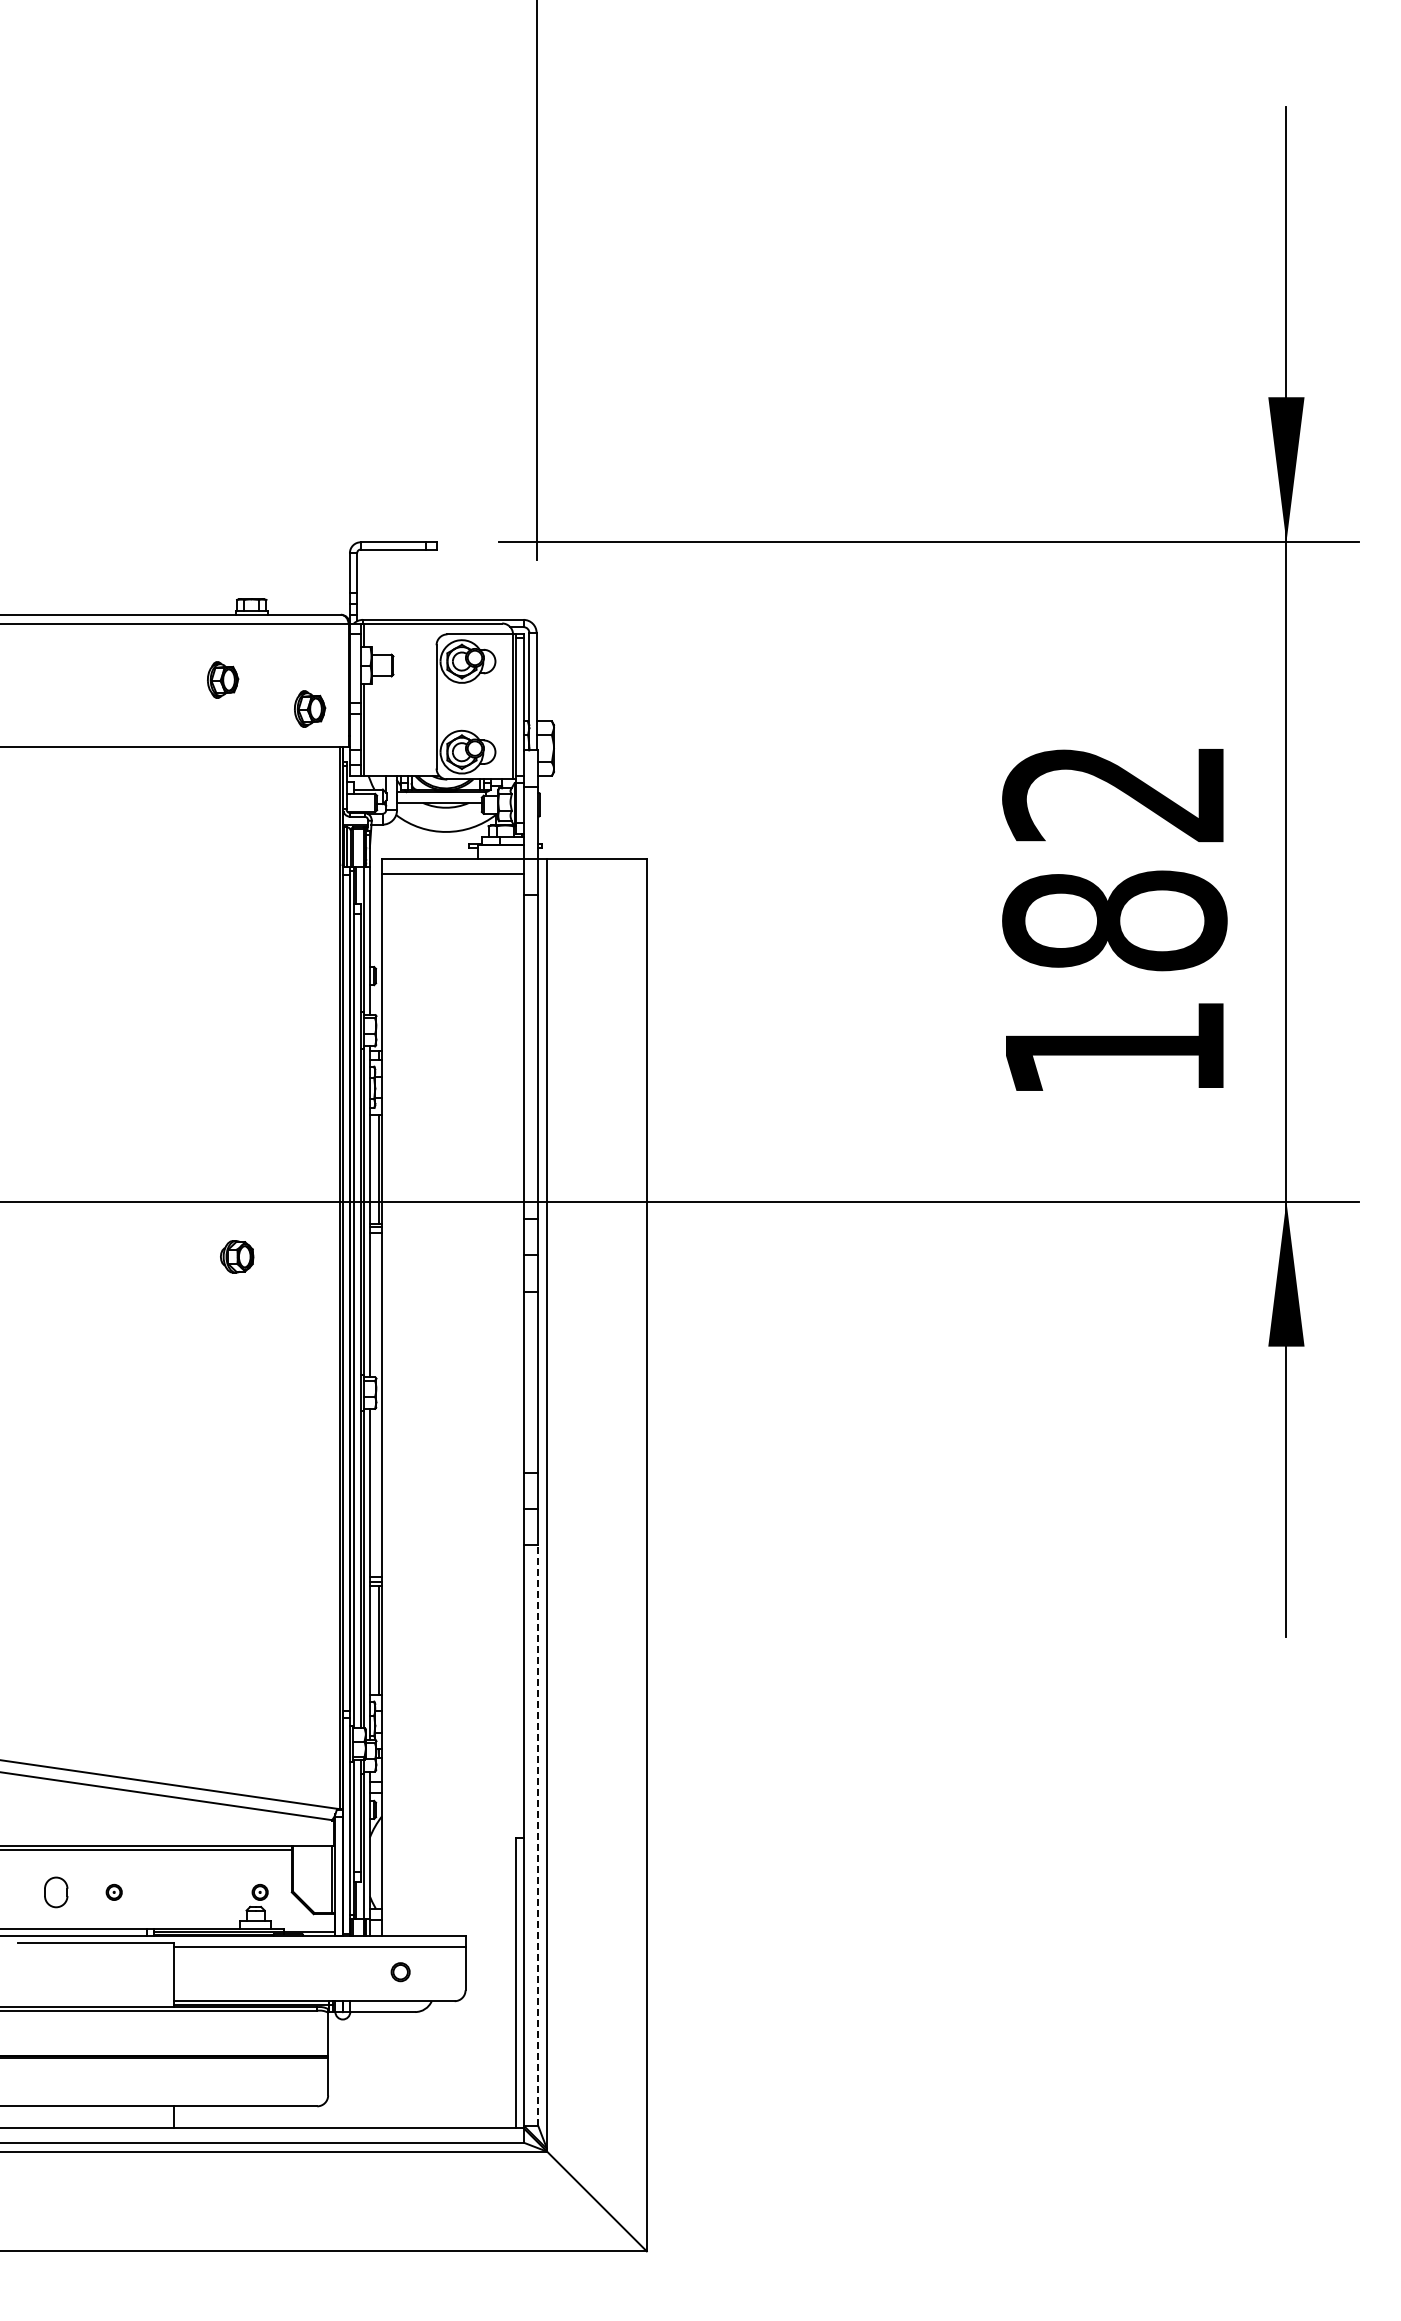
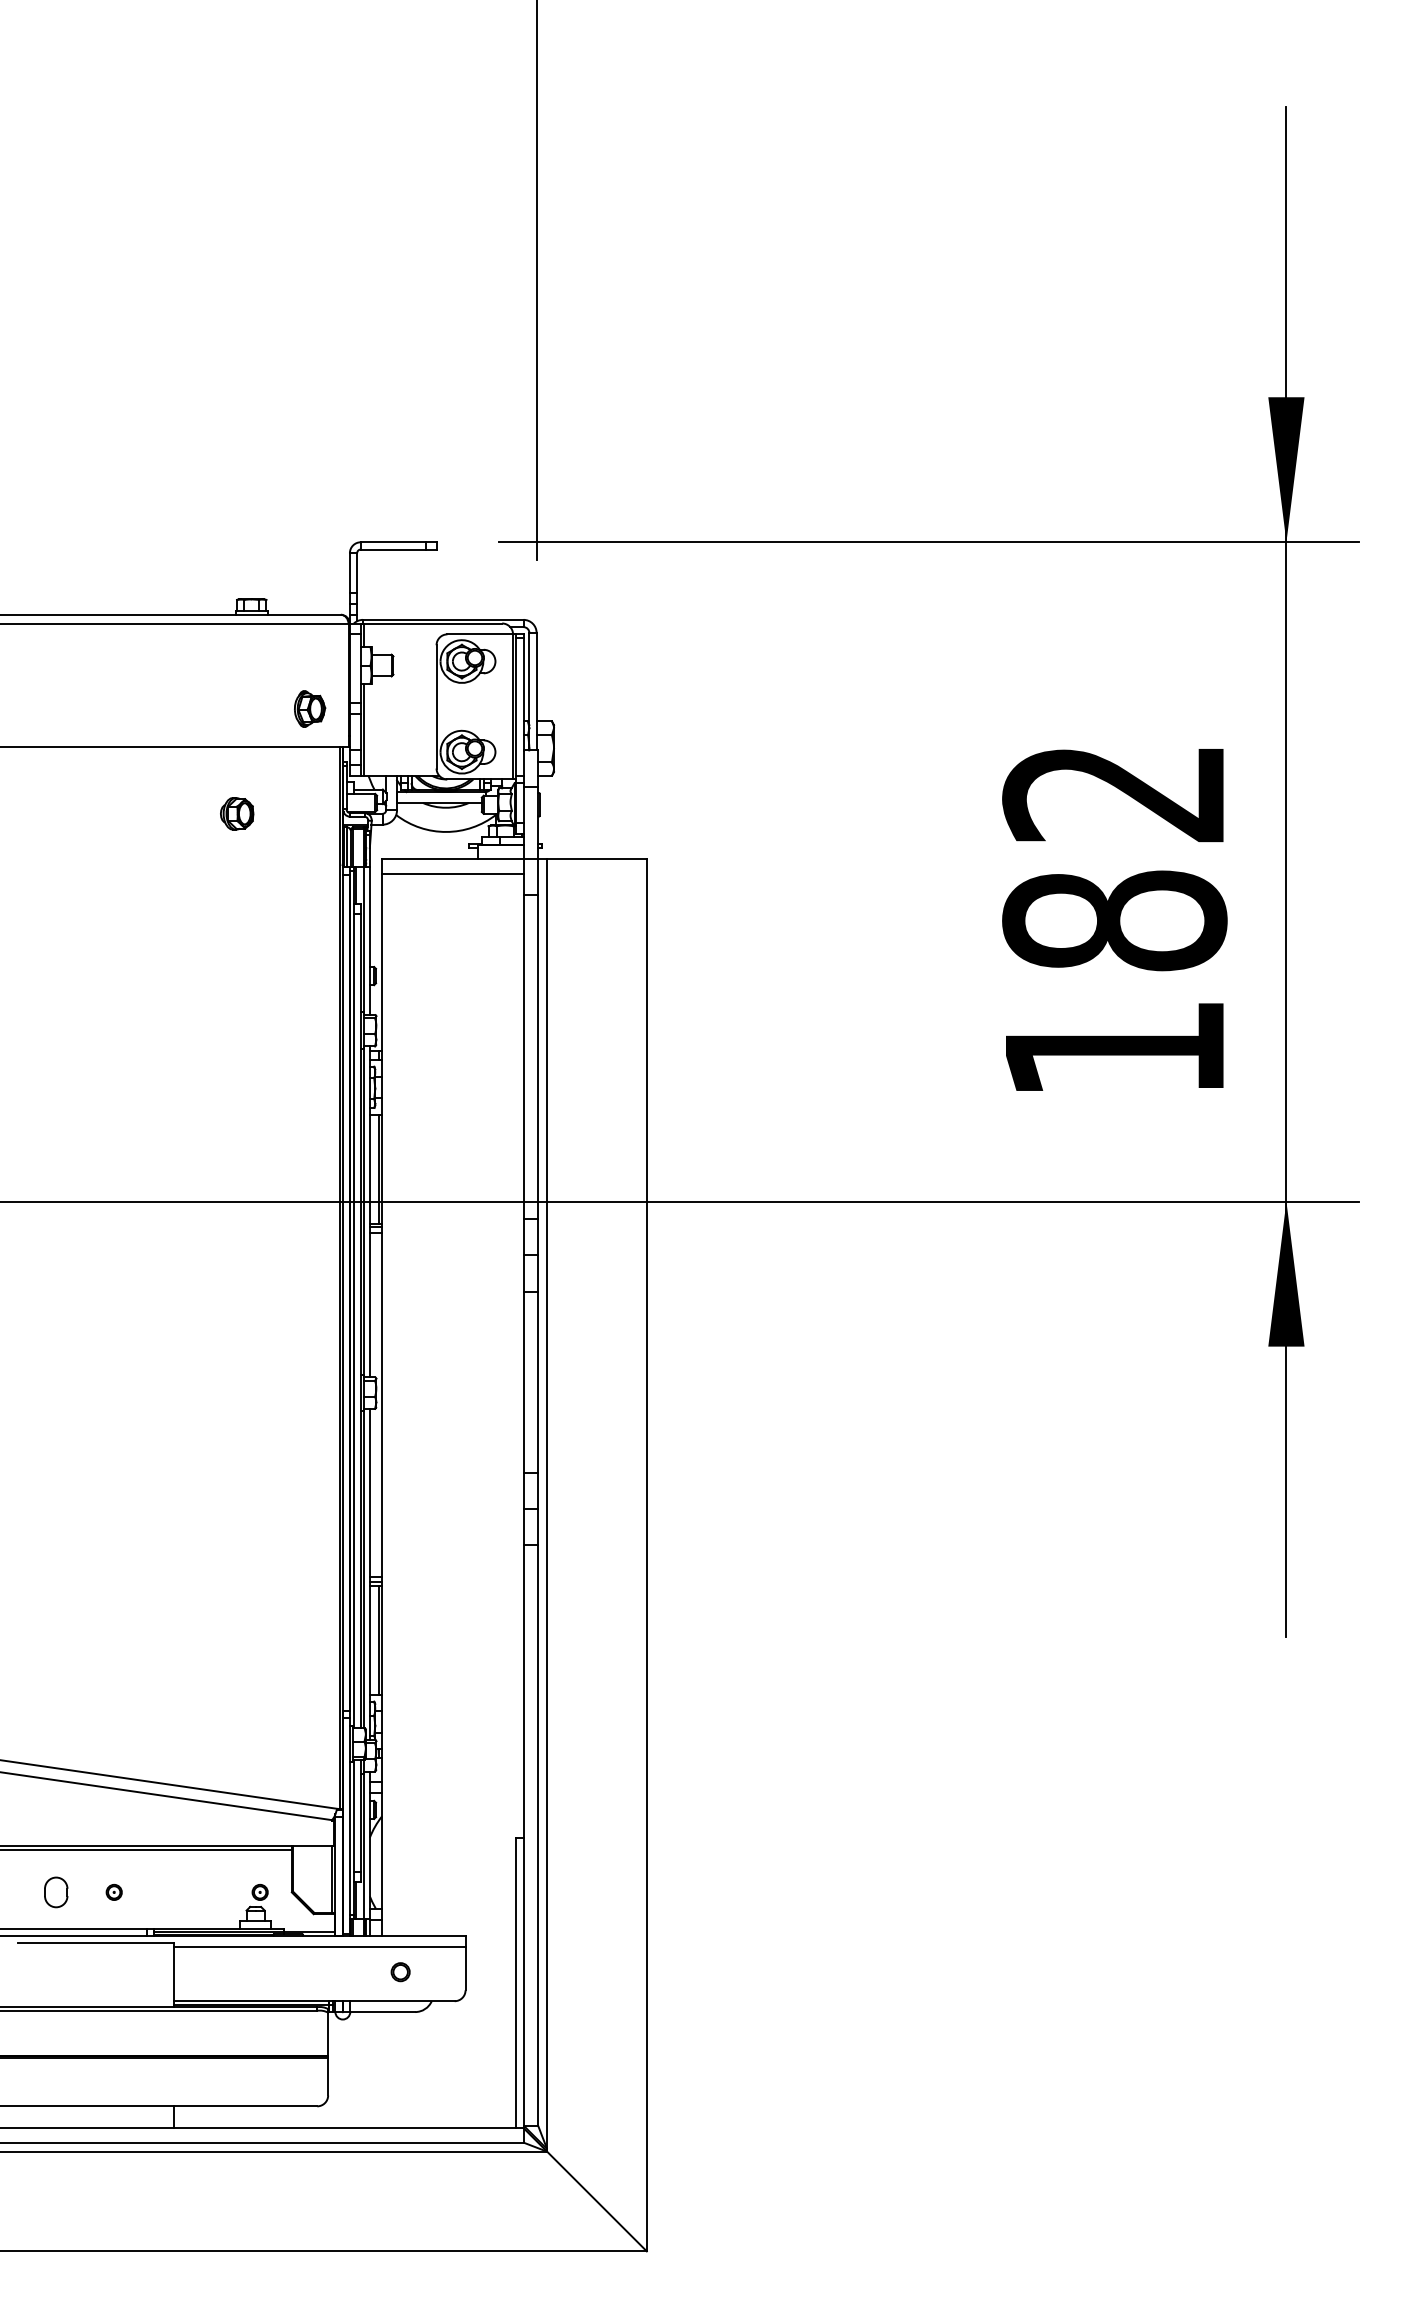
part at (223, 679): present -> none
part at (237, 1256) position: (237, 1256) -> (237, 813)
line at (538, 1835): dashed -> solid
